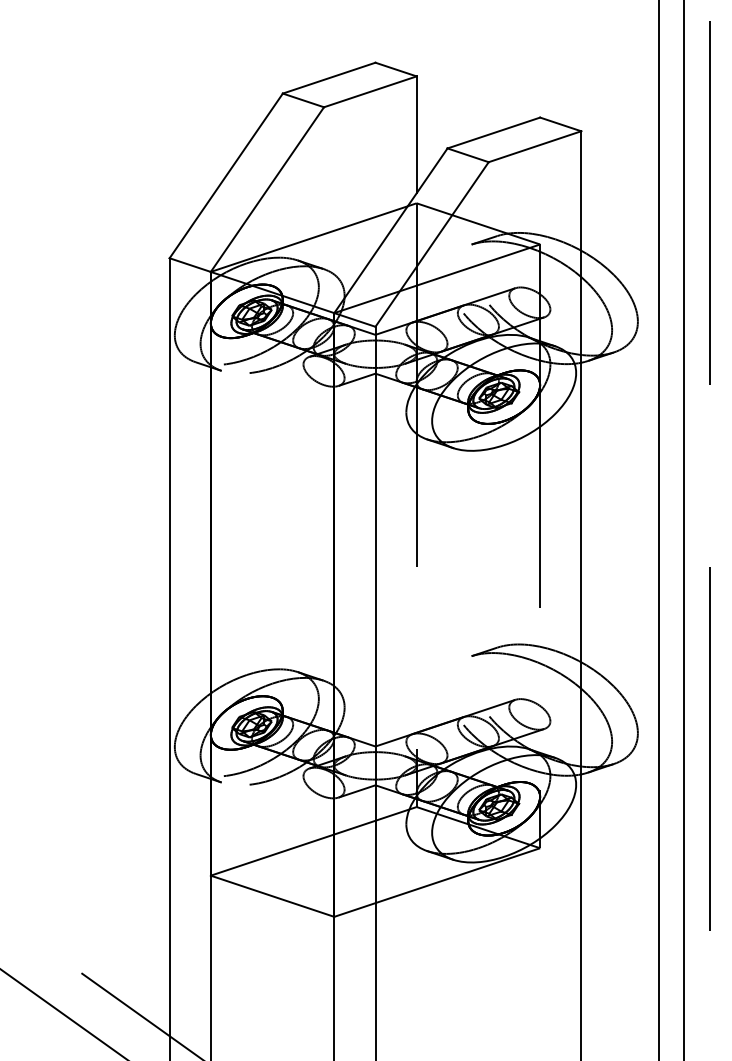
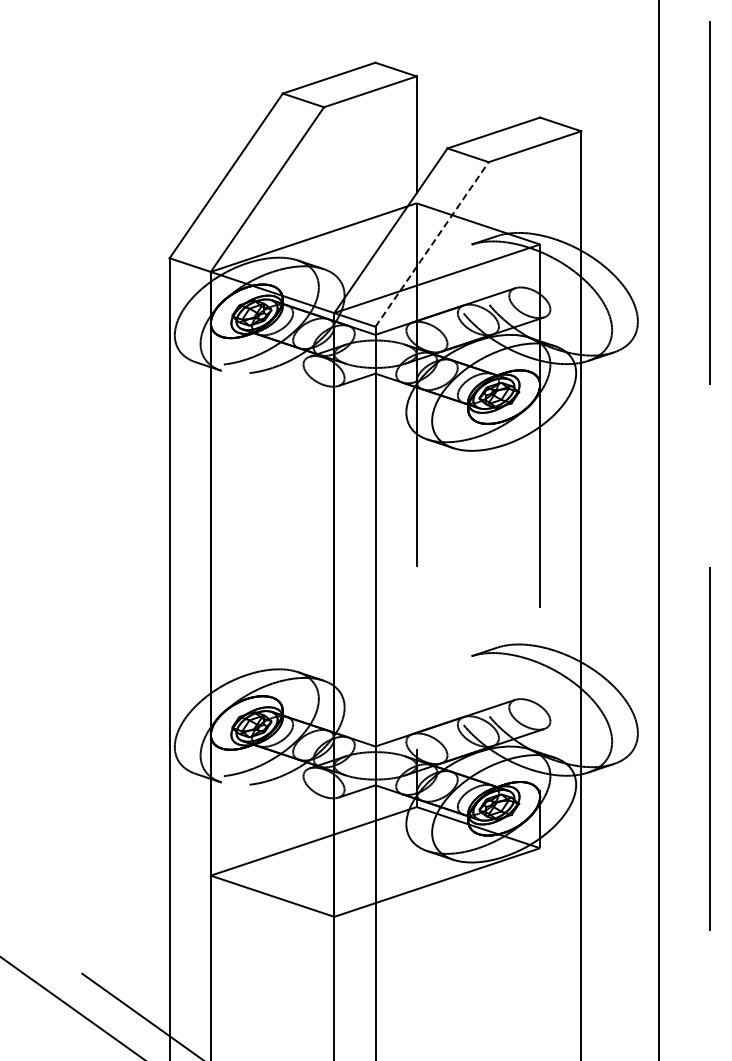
line at (432, 244): solid -> dashed
line at (684, 529): present -> none
line at (63, 1013) position: (63, 1013) -> (71, 1007)
